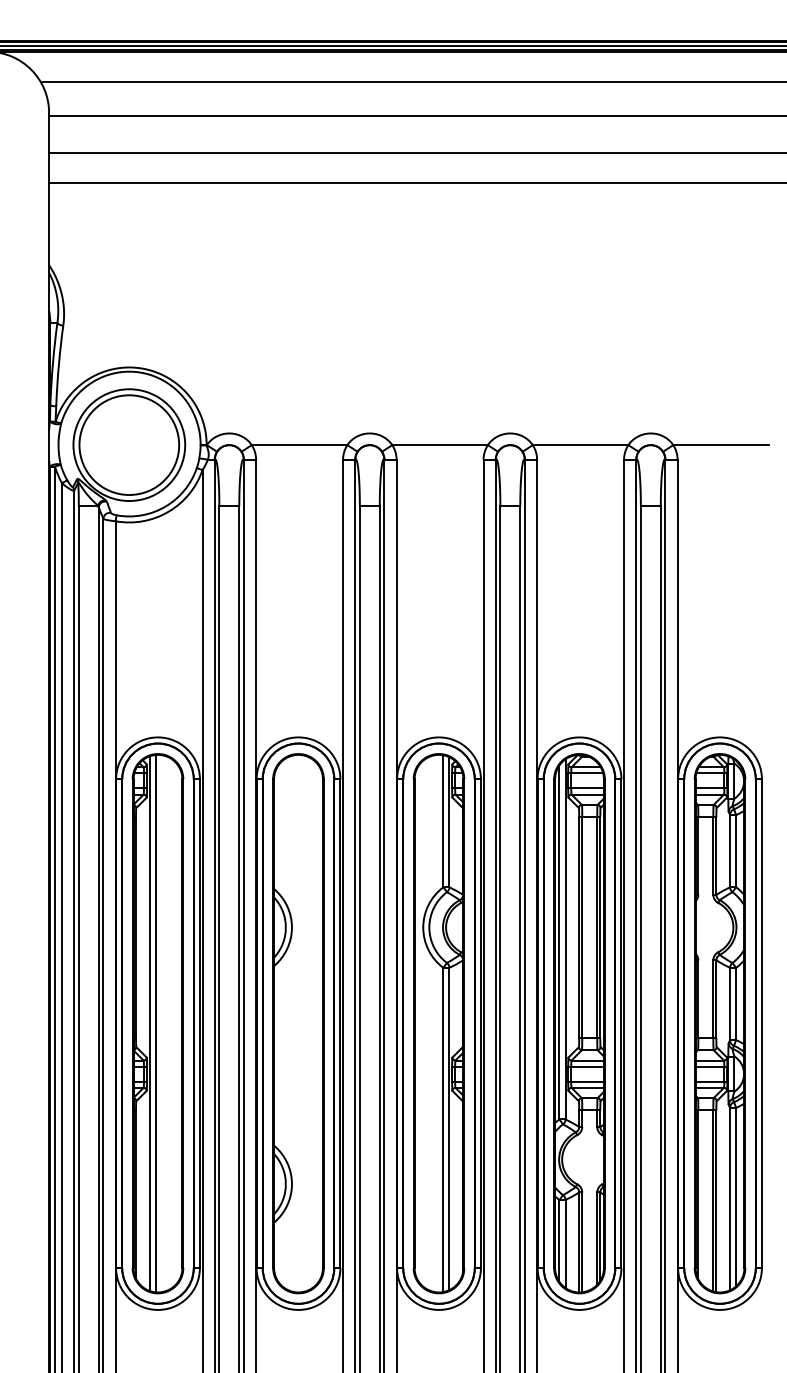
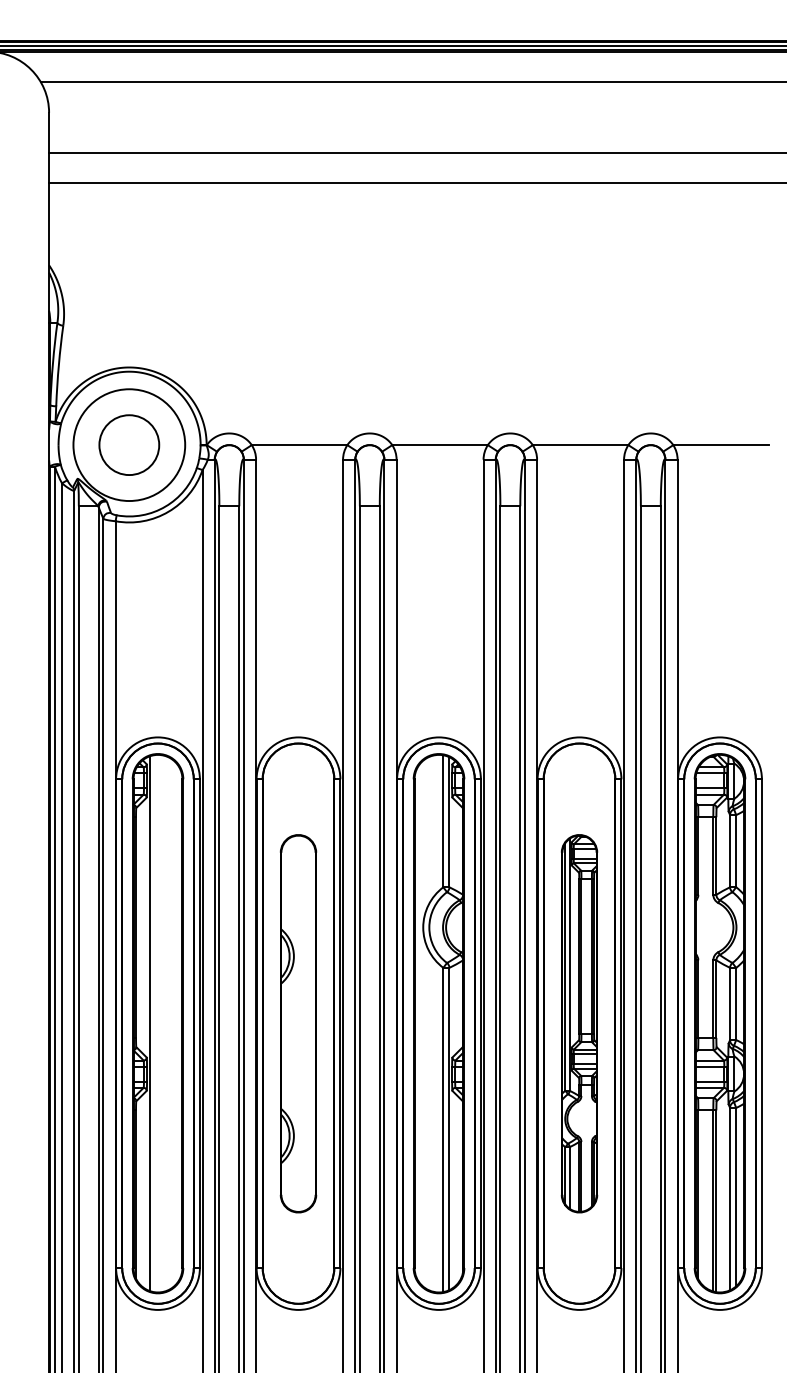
line at (416, 116): present -> none
circle at (129, 444) diameter: 100 px -> 60 px
line at (155, 1023): present -> none
part at (298, 1023) size: 53x542 px -> 39x380 px
part at (579, 1023) size: 53x542 px -> 39x380 px
